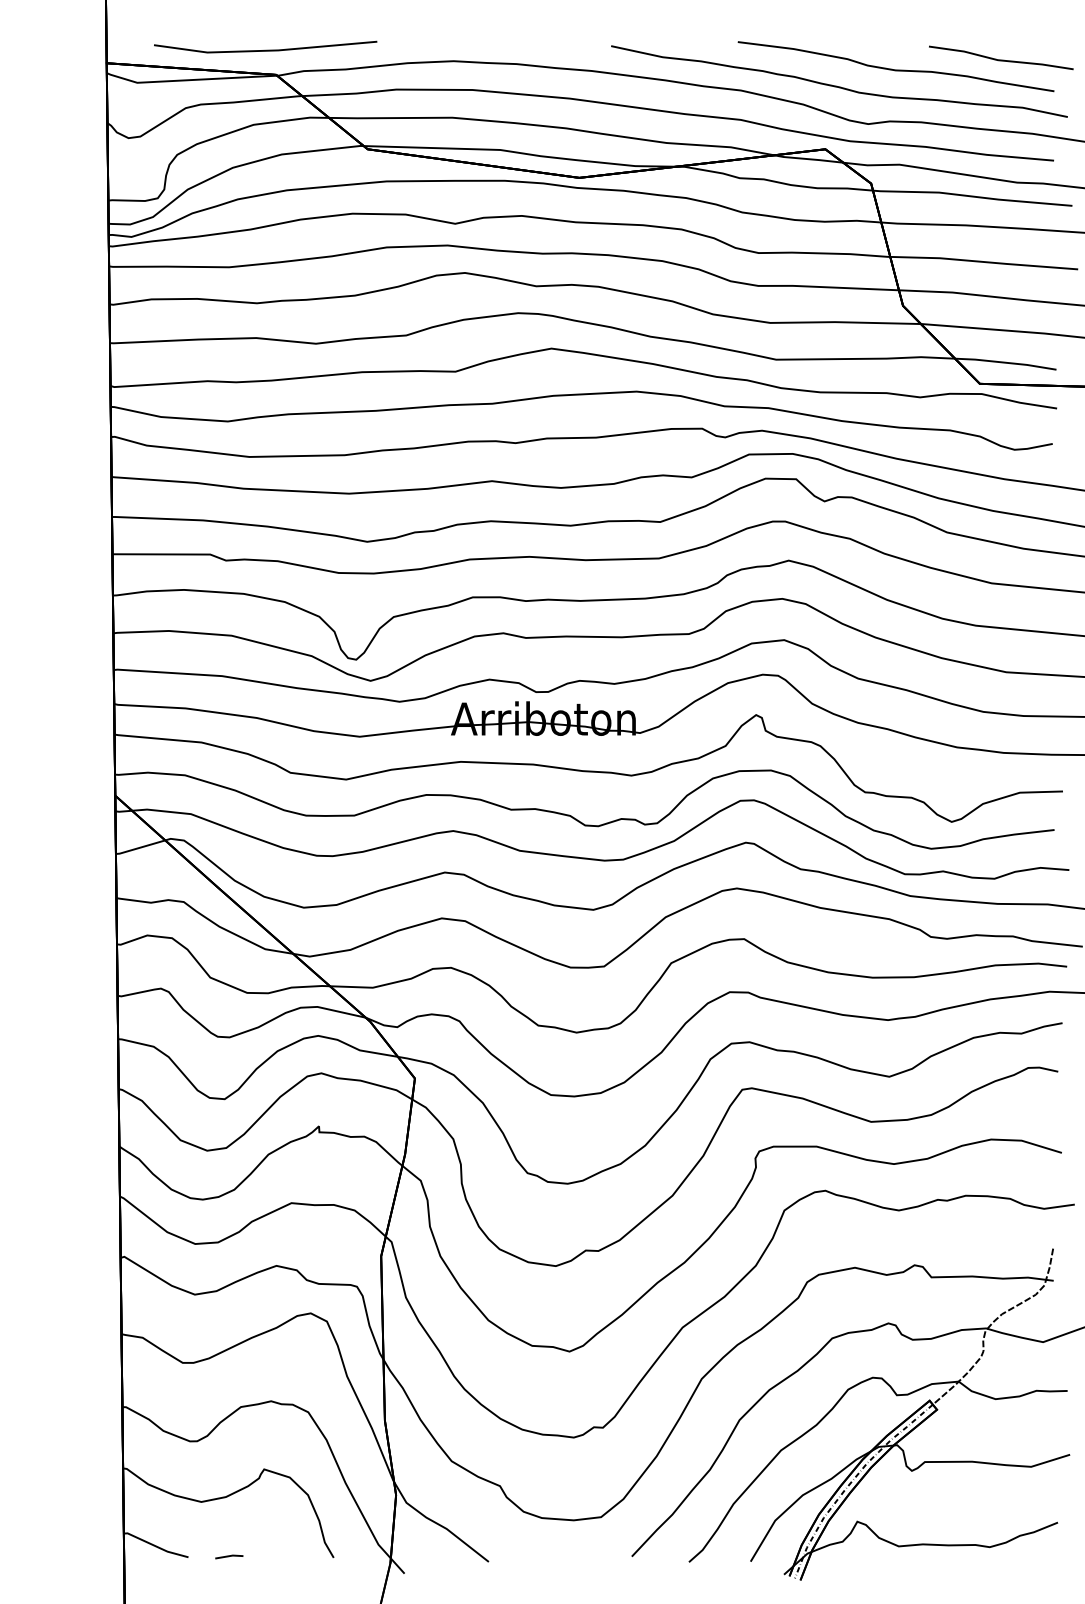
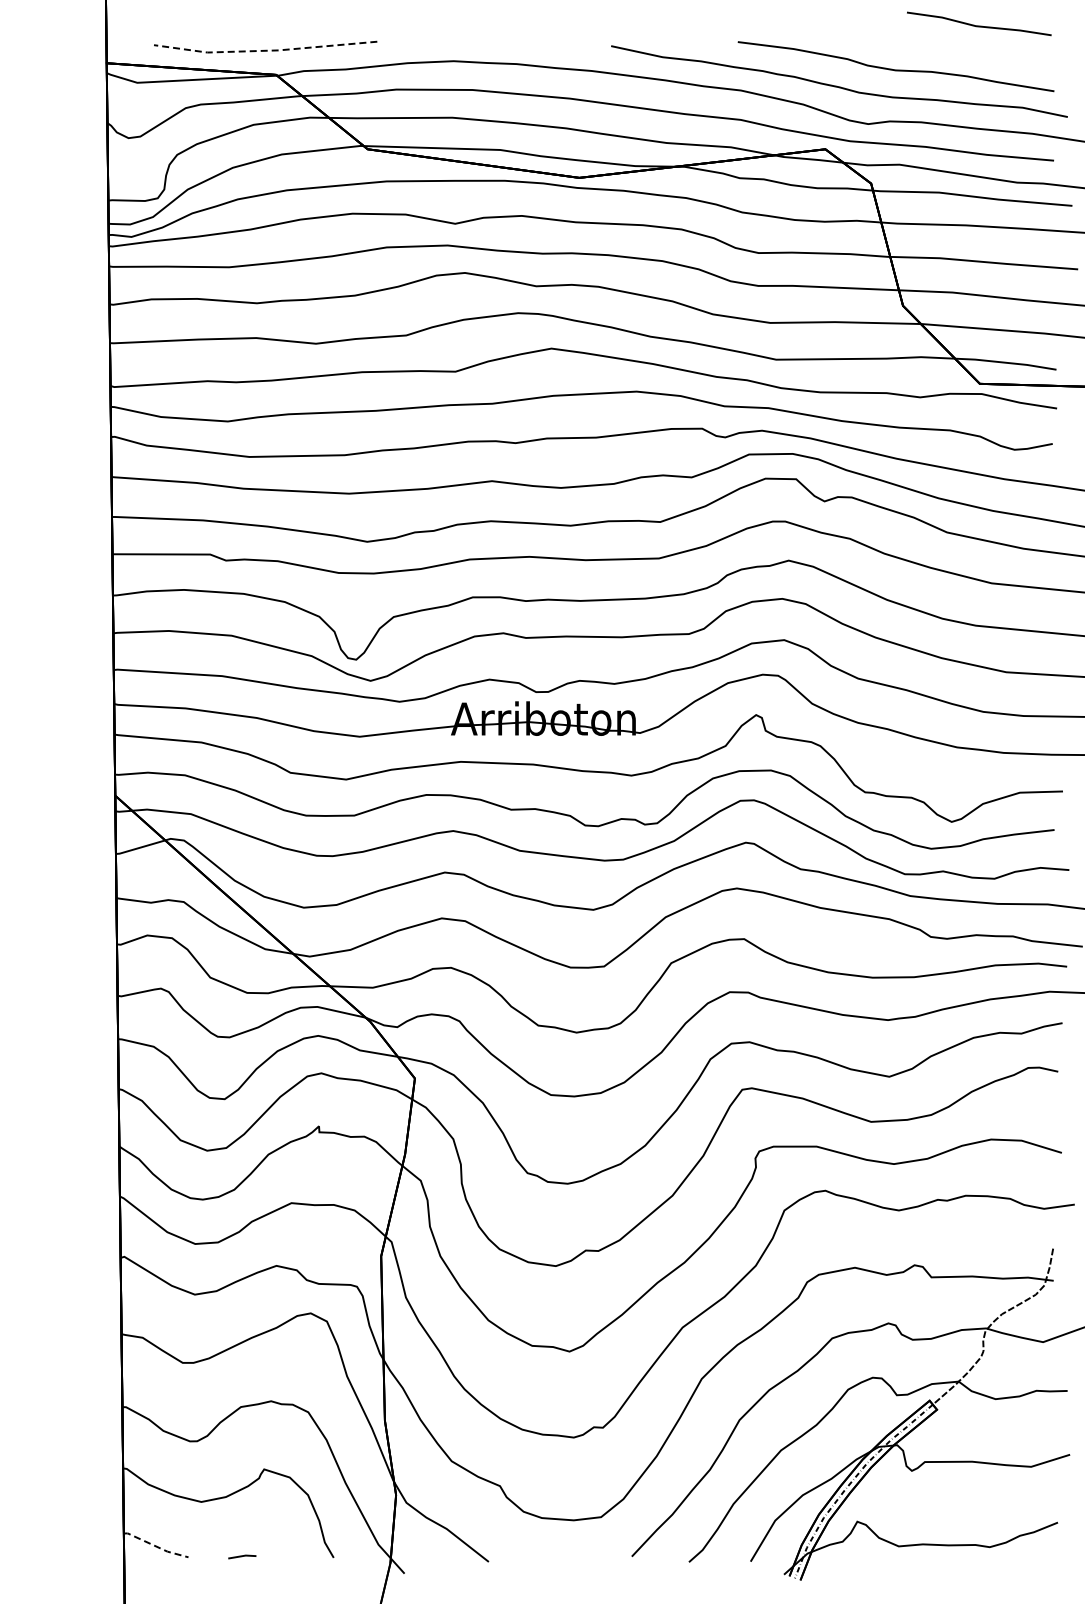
line at (265, 50): solid -> dashed
line at (1001, 59) position: (1001, 59) -> (979, 25)
line at (155, 1546): solid -> dashed
line at (229, 1556) position: (229, 1556) -> (242, 1556)
